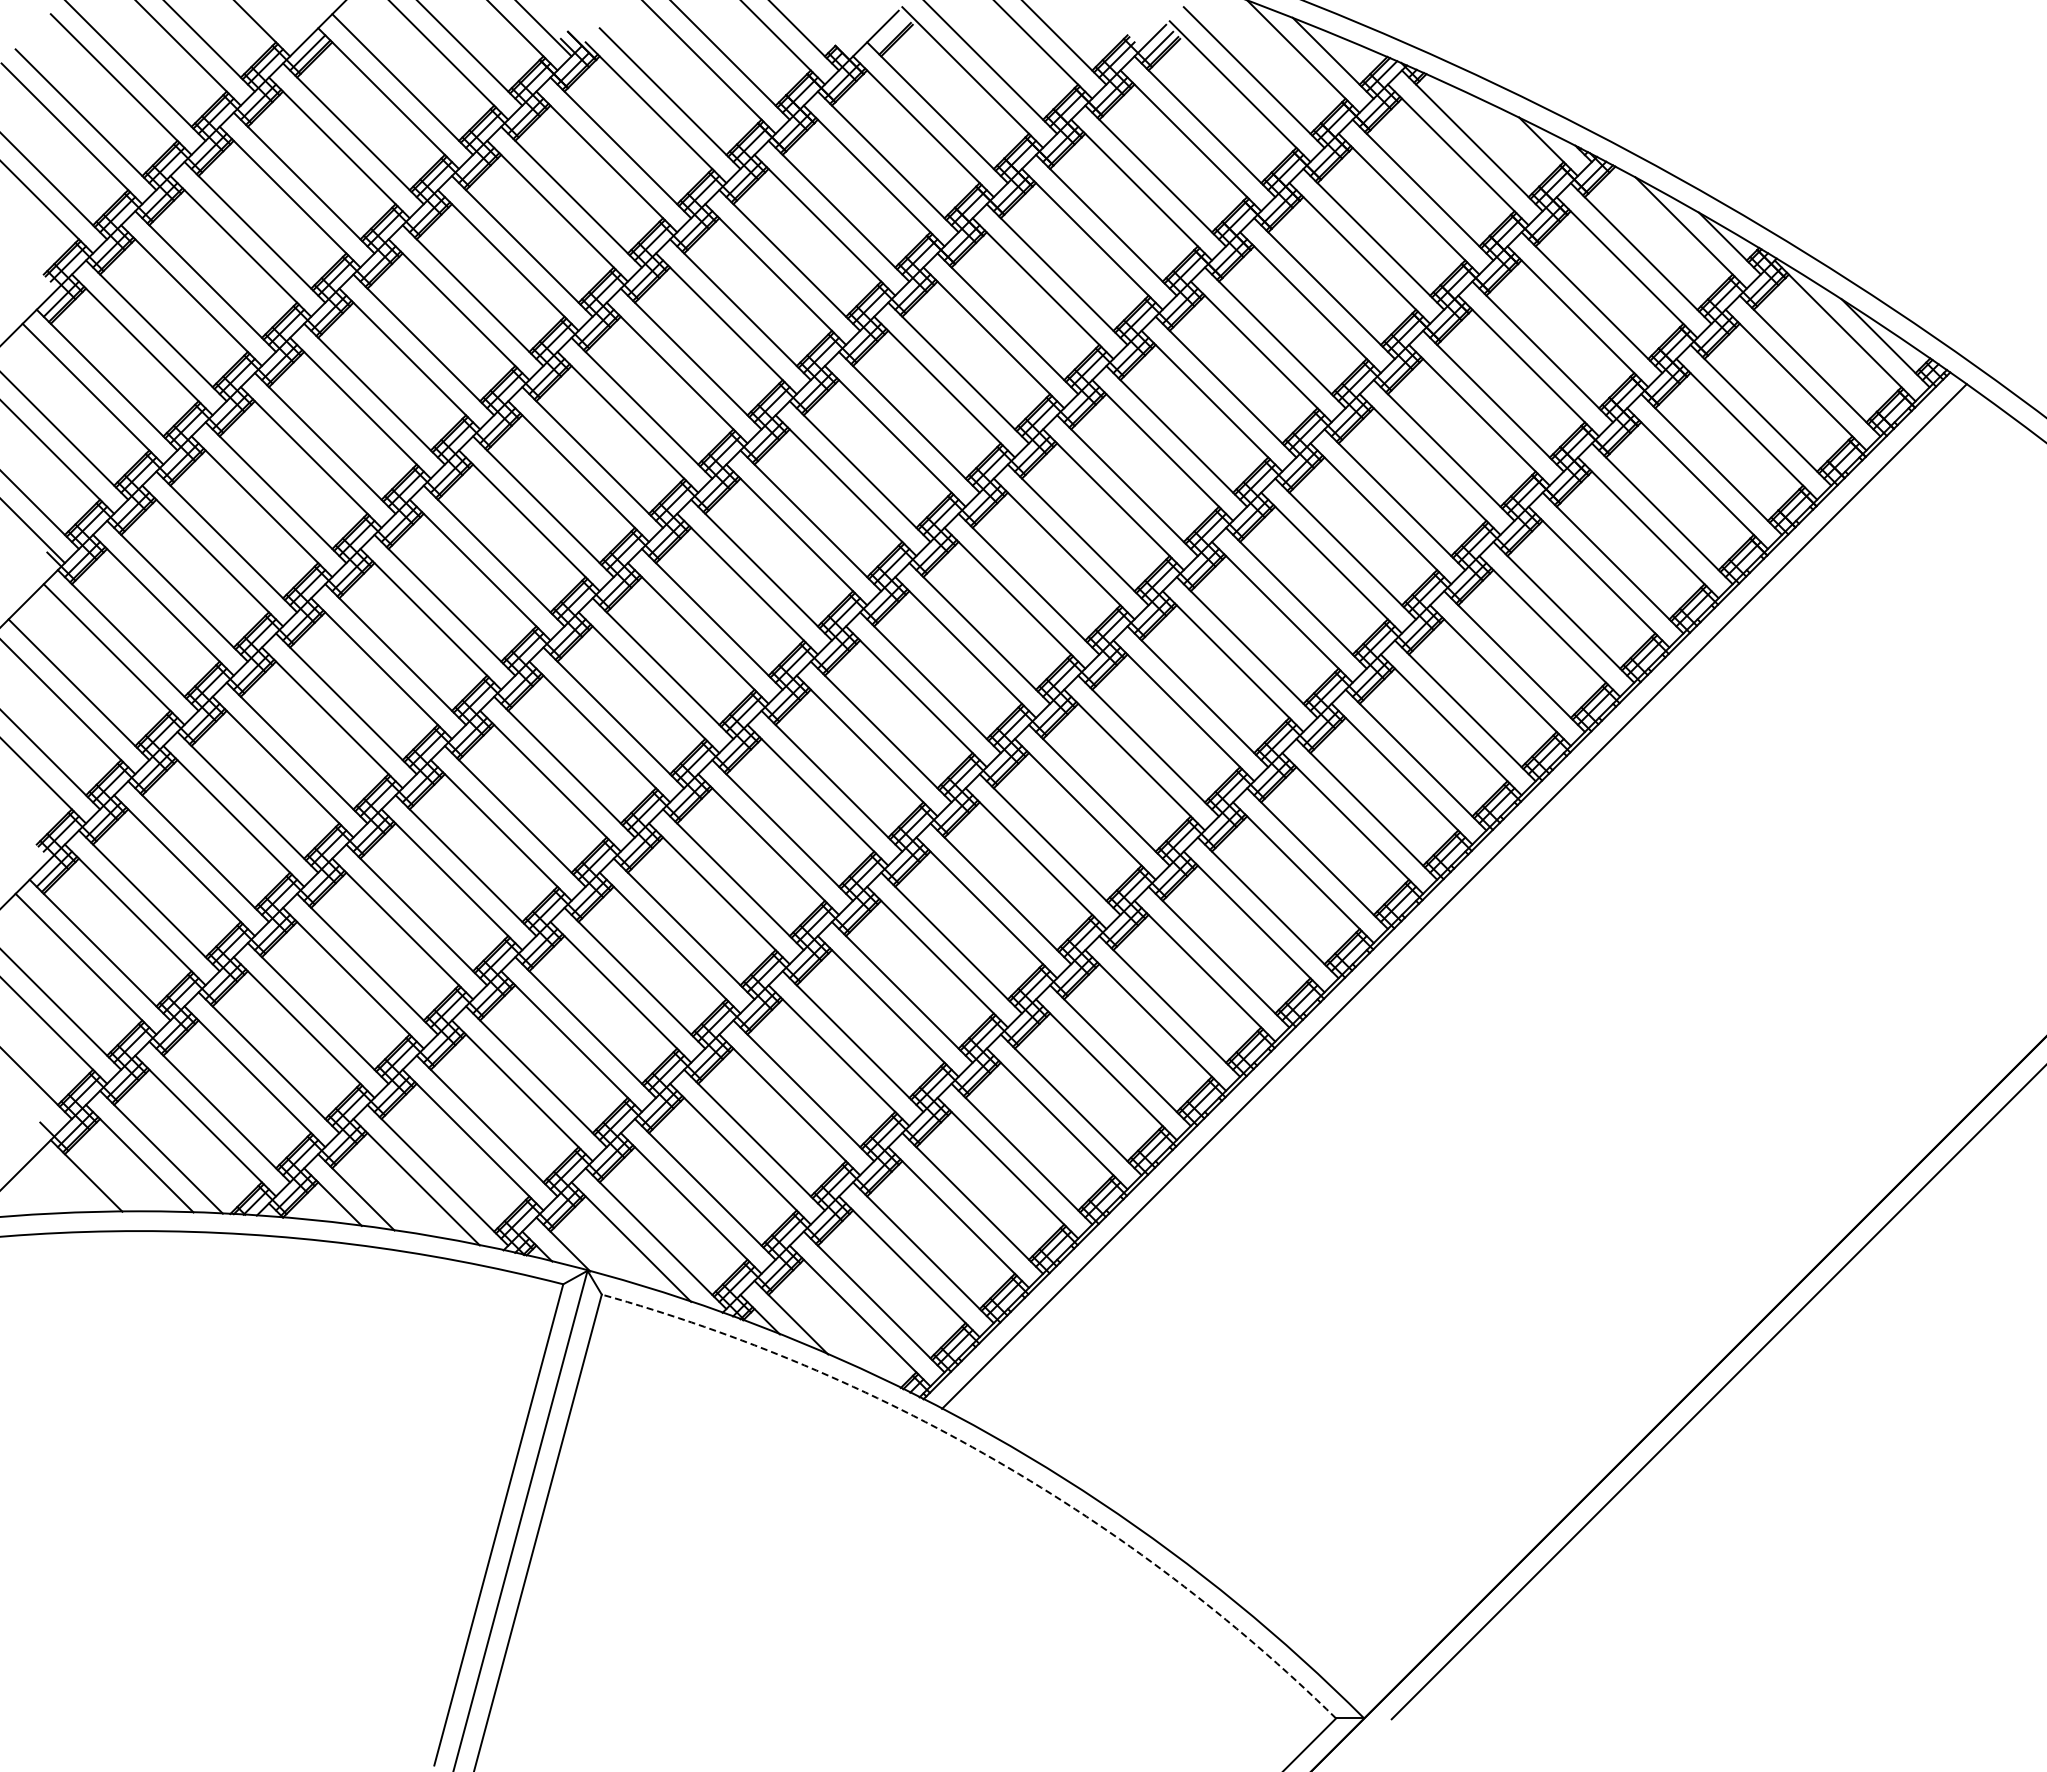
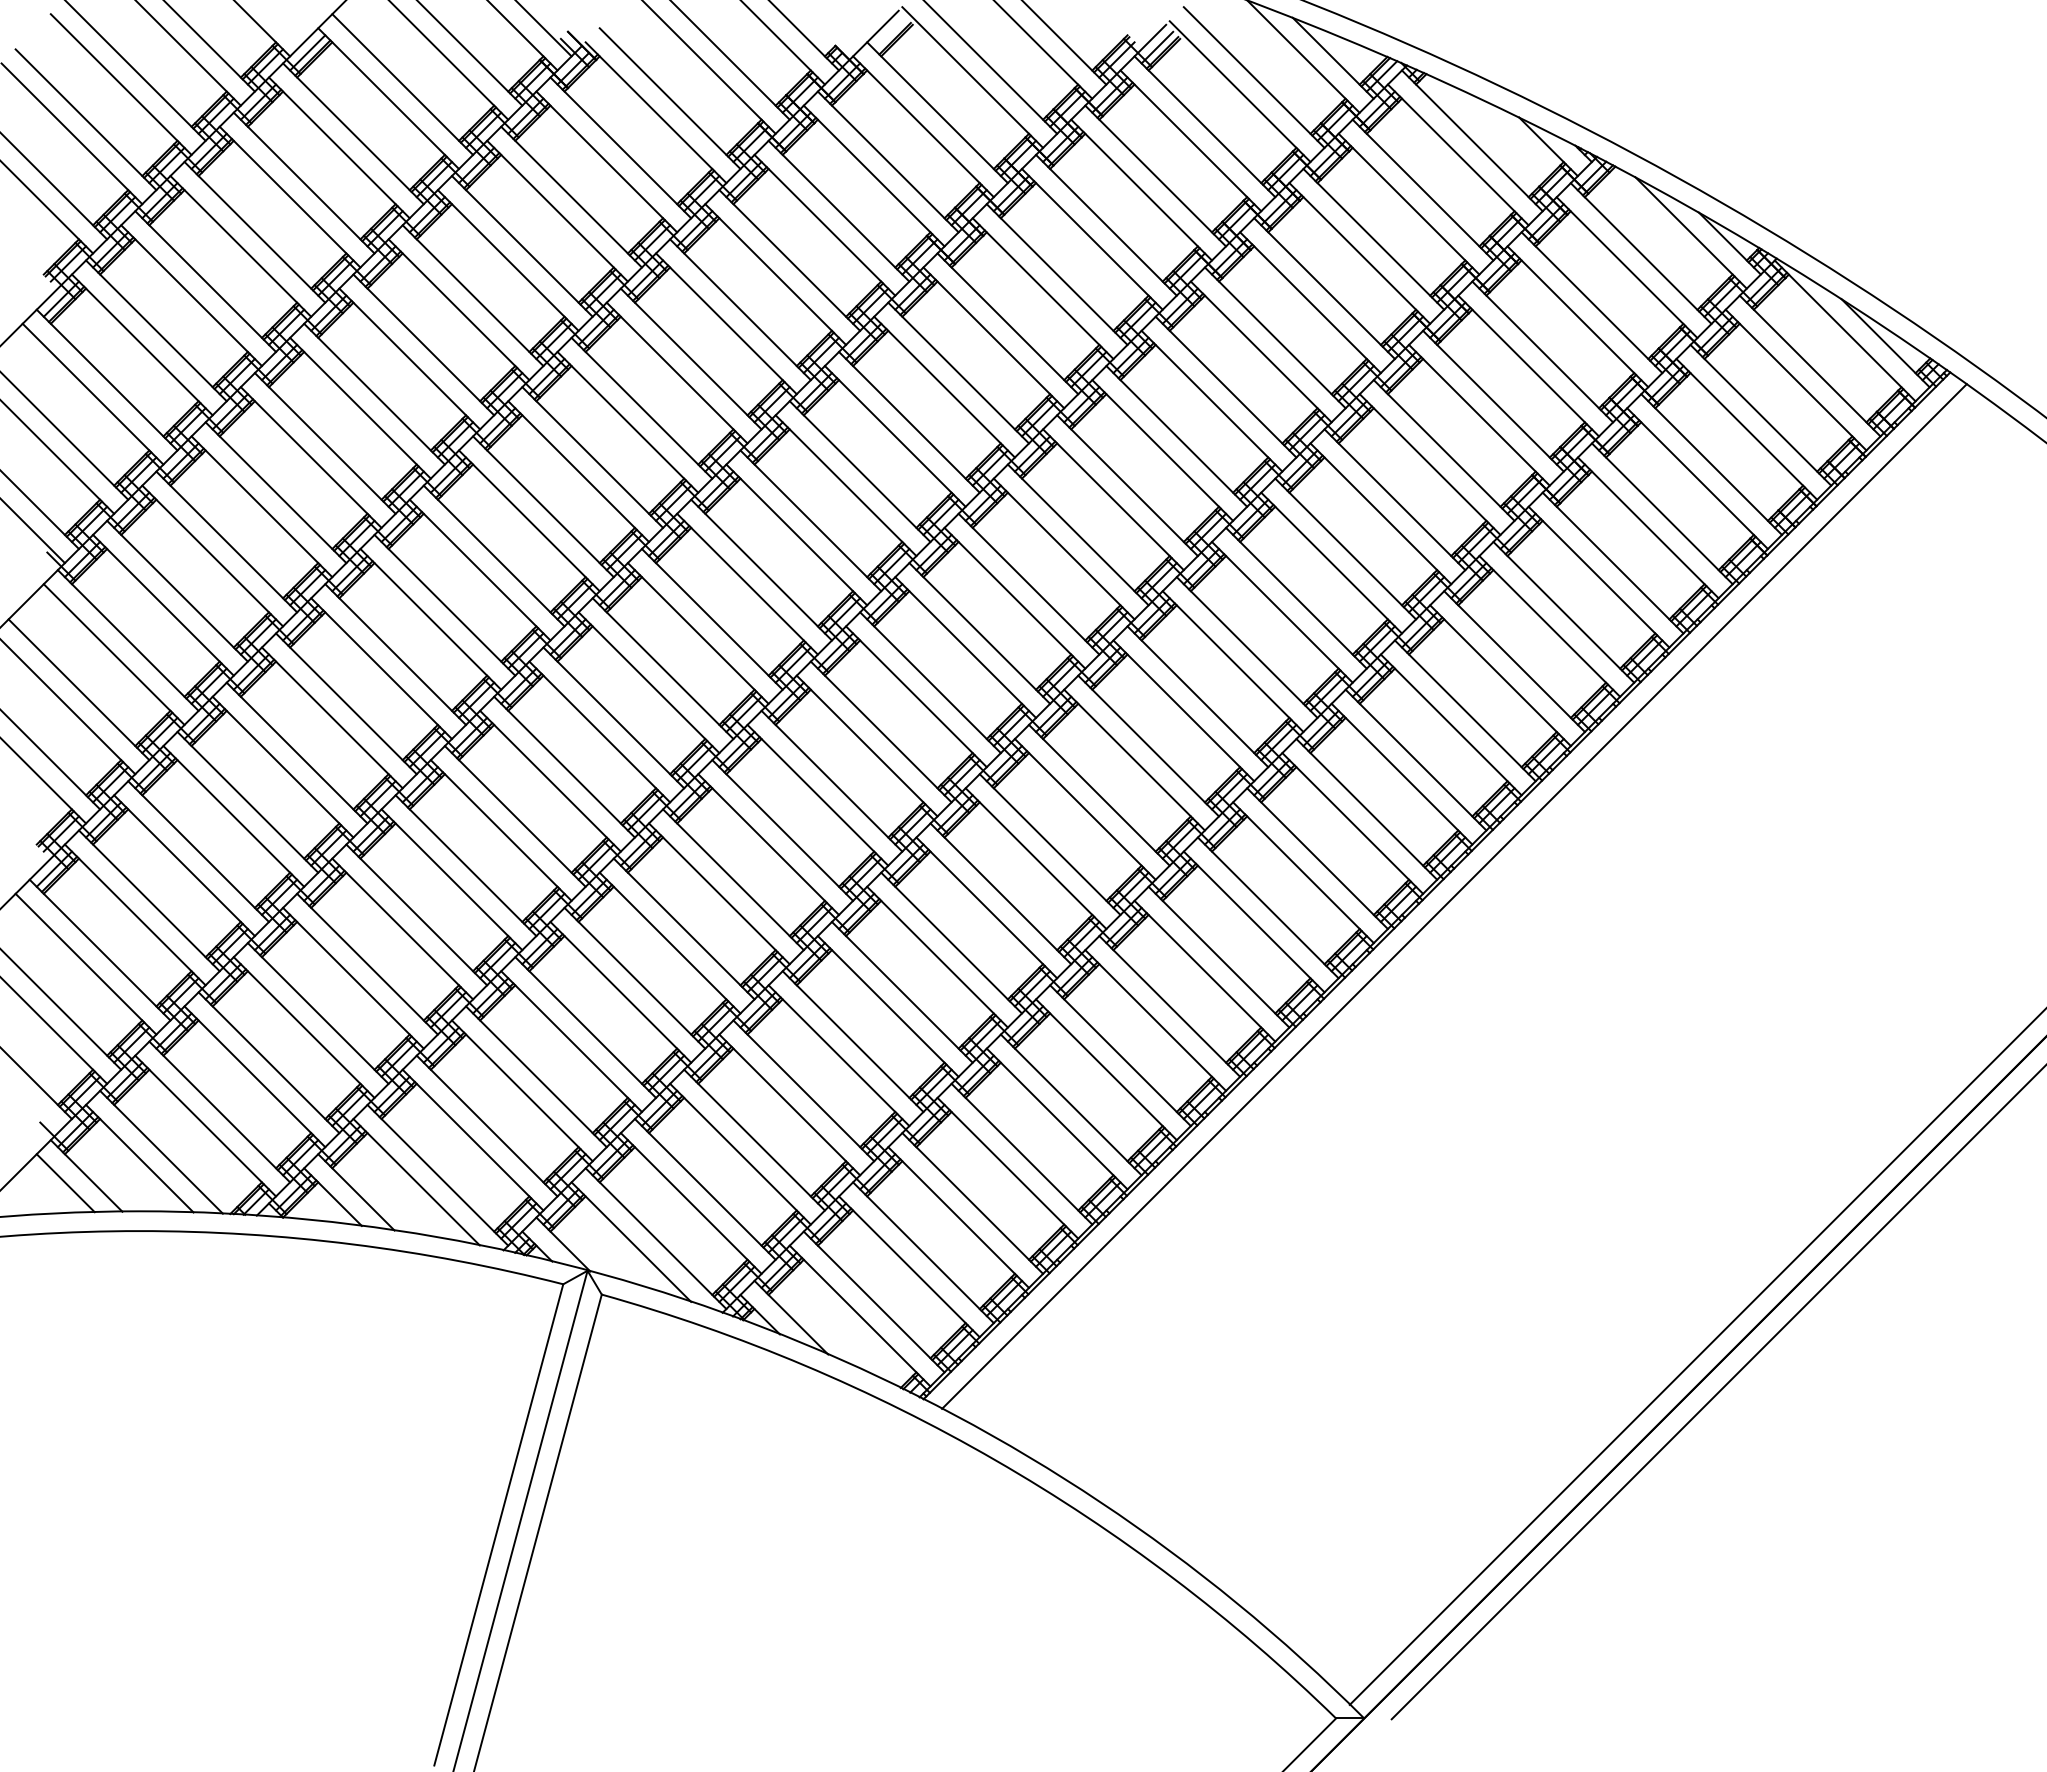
line at (65, 1183): none -> present
line at (1696, 1357): none -> present
arc at (995, 1460): dashed -> solid
